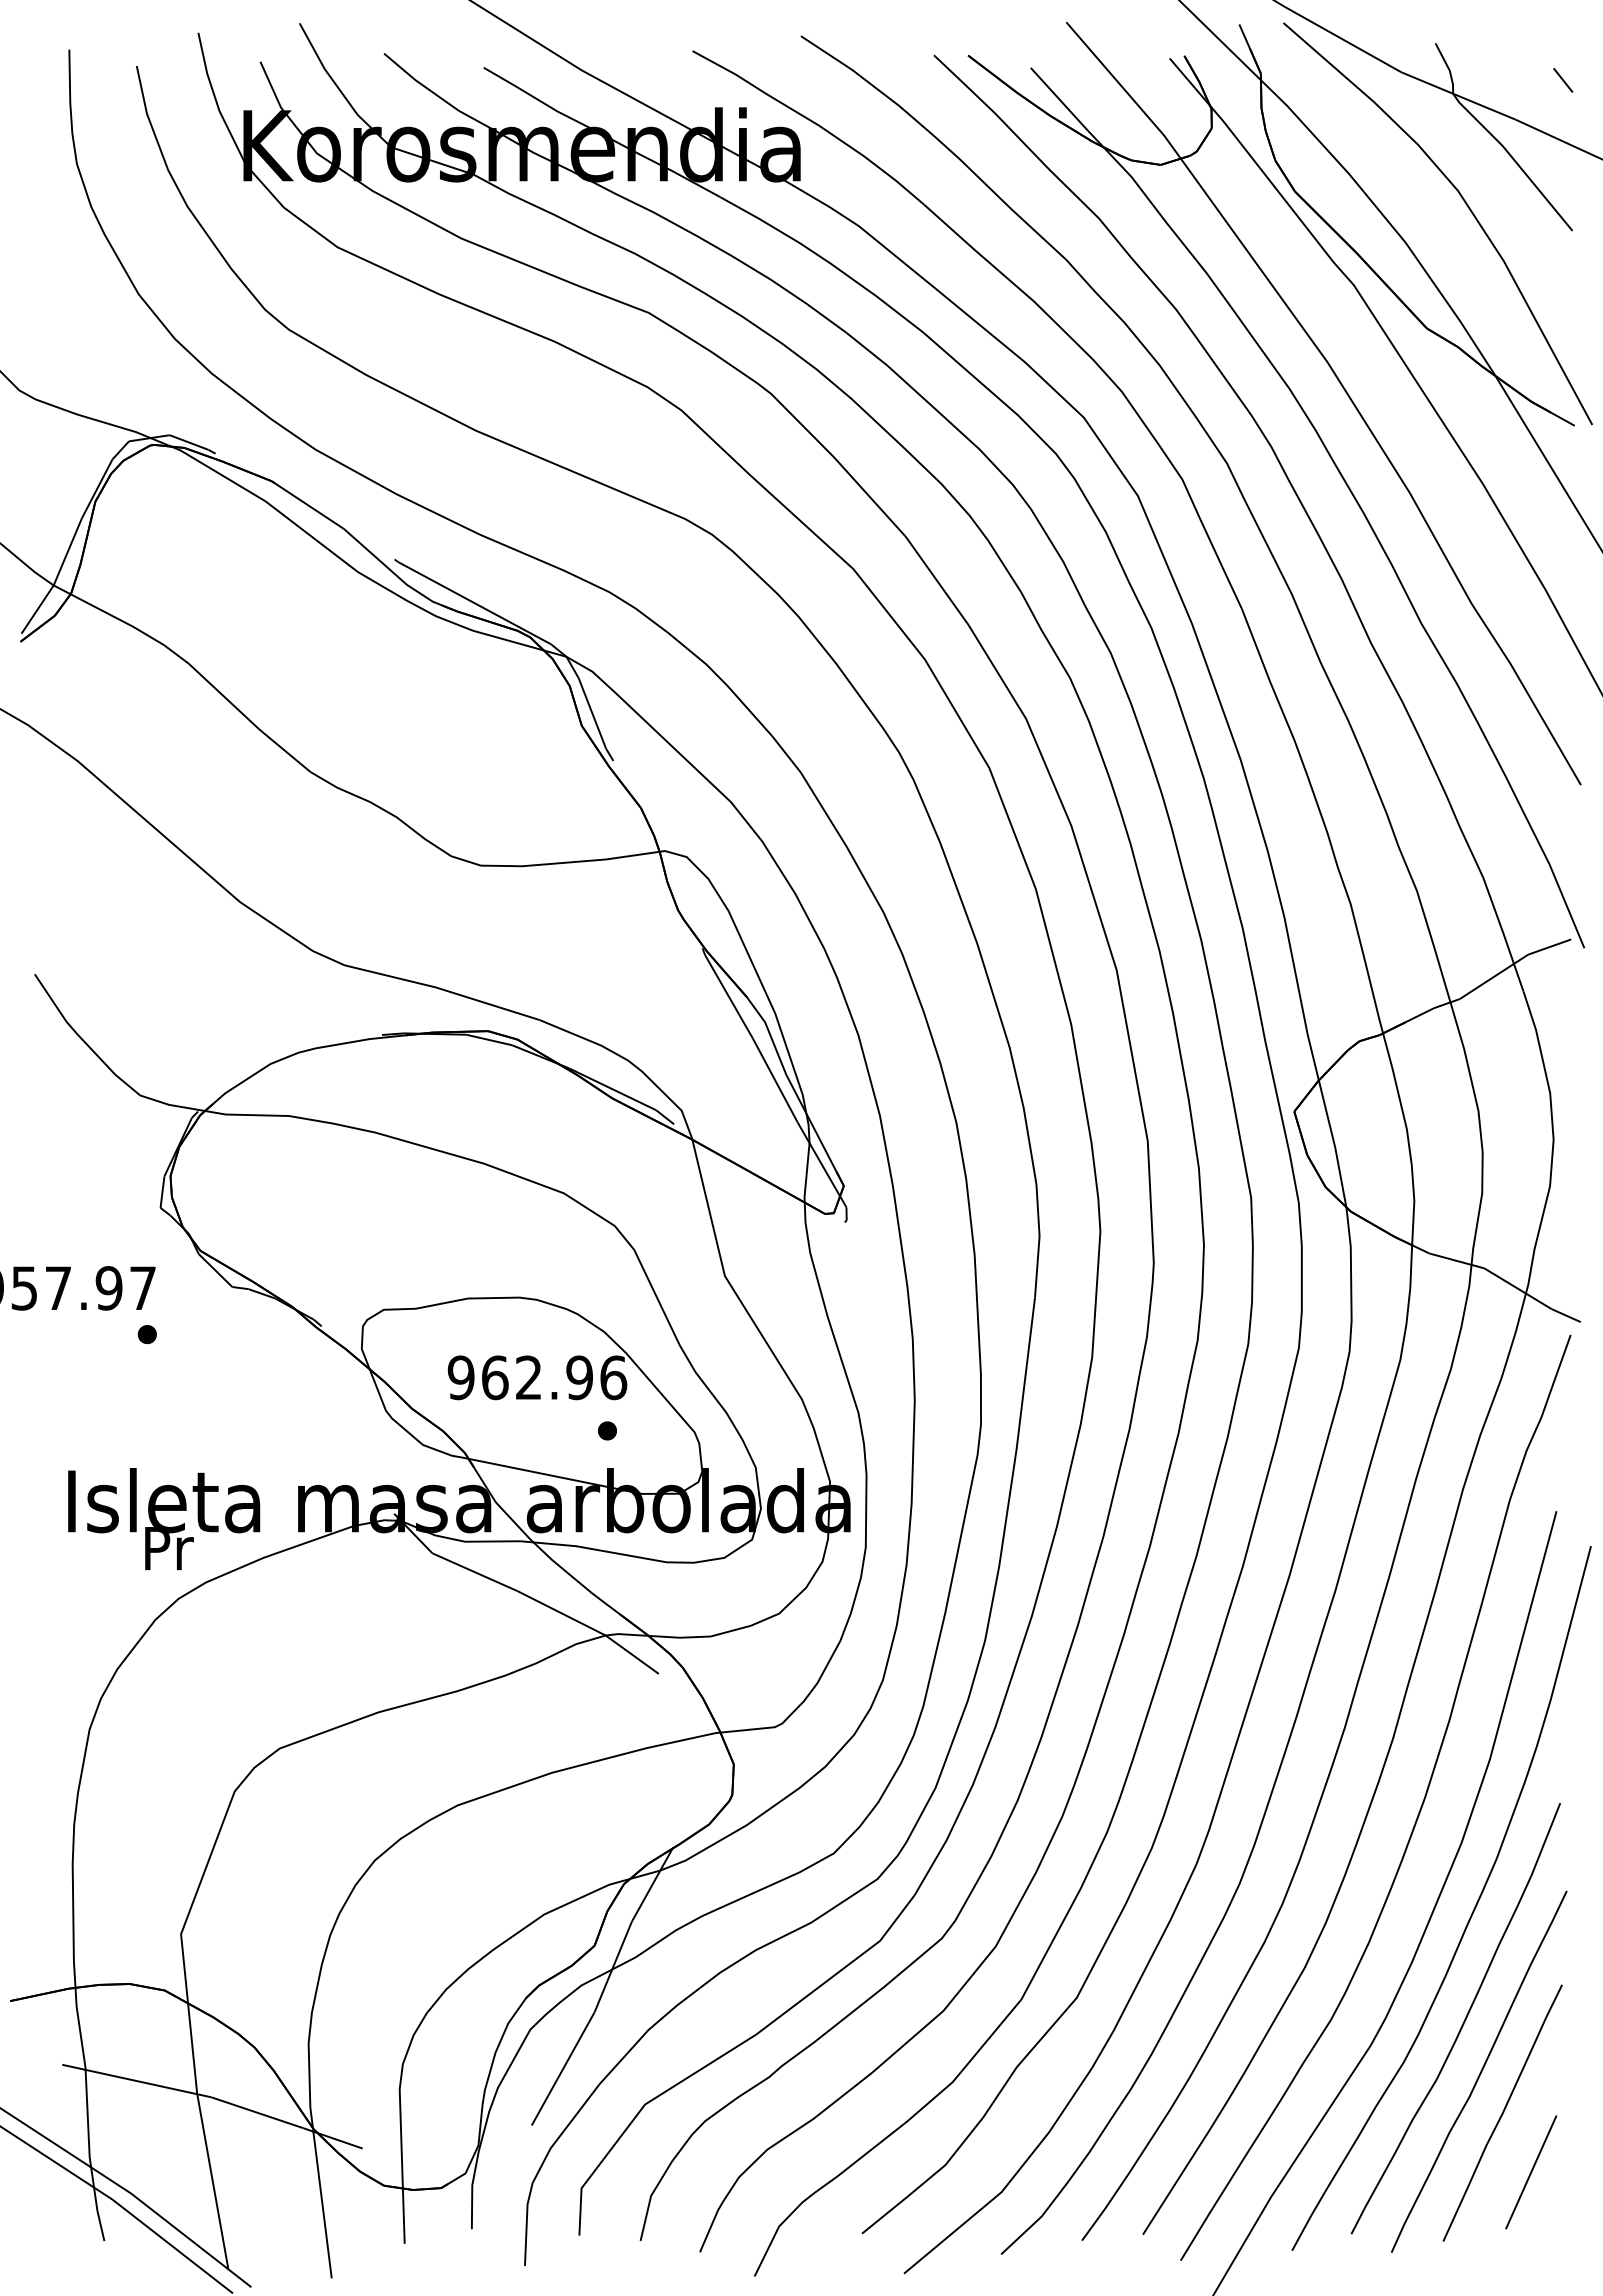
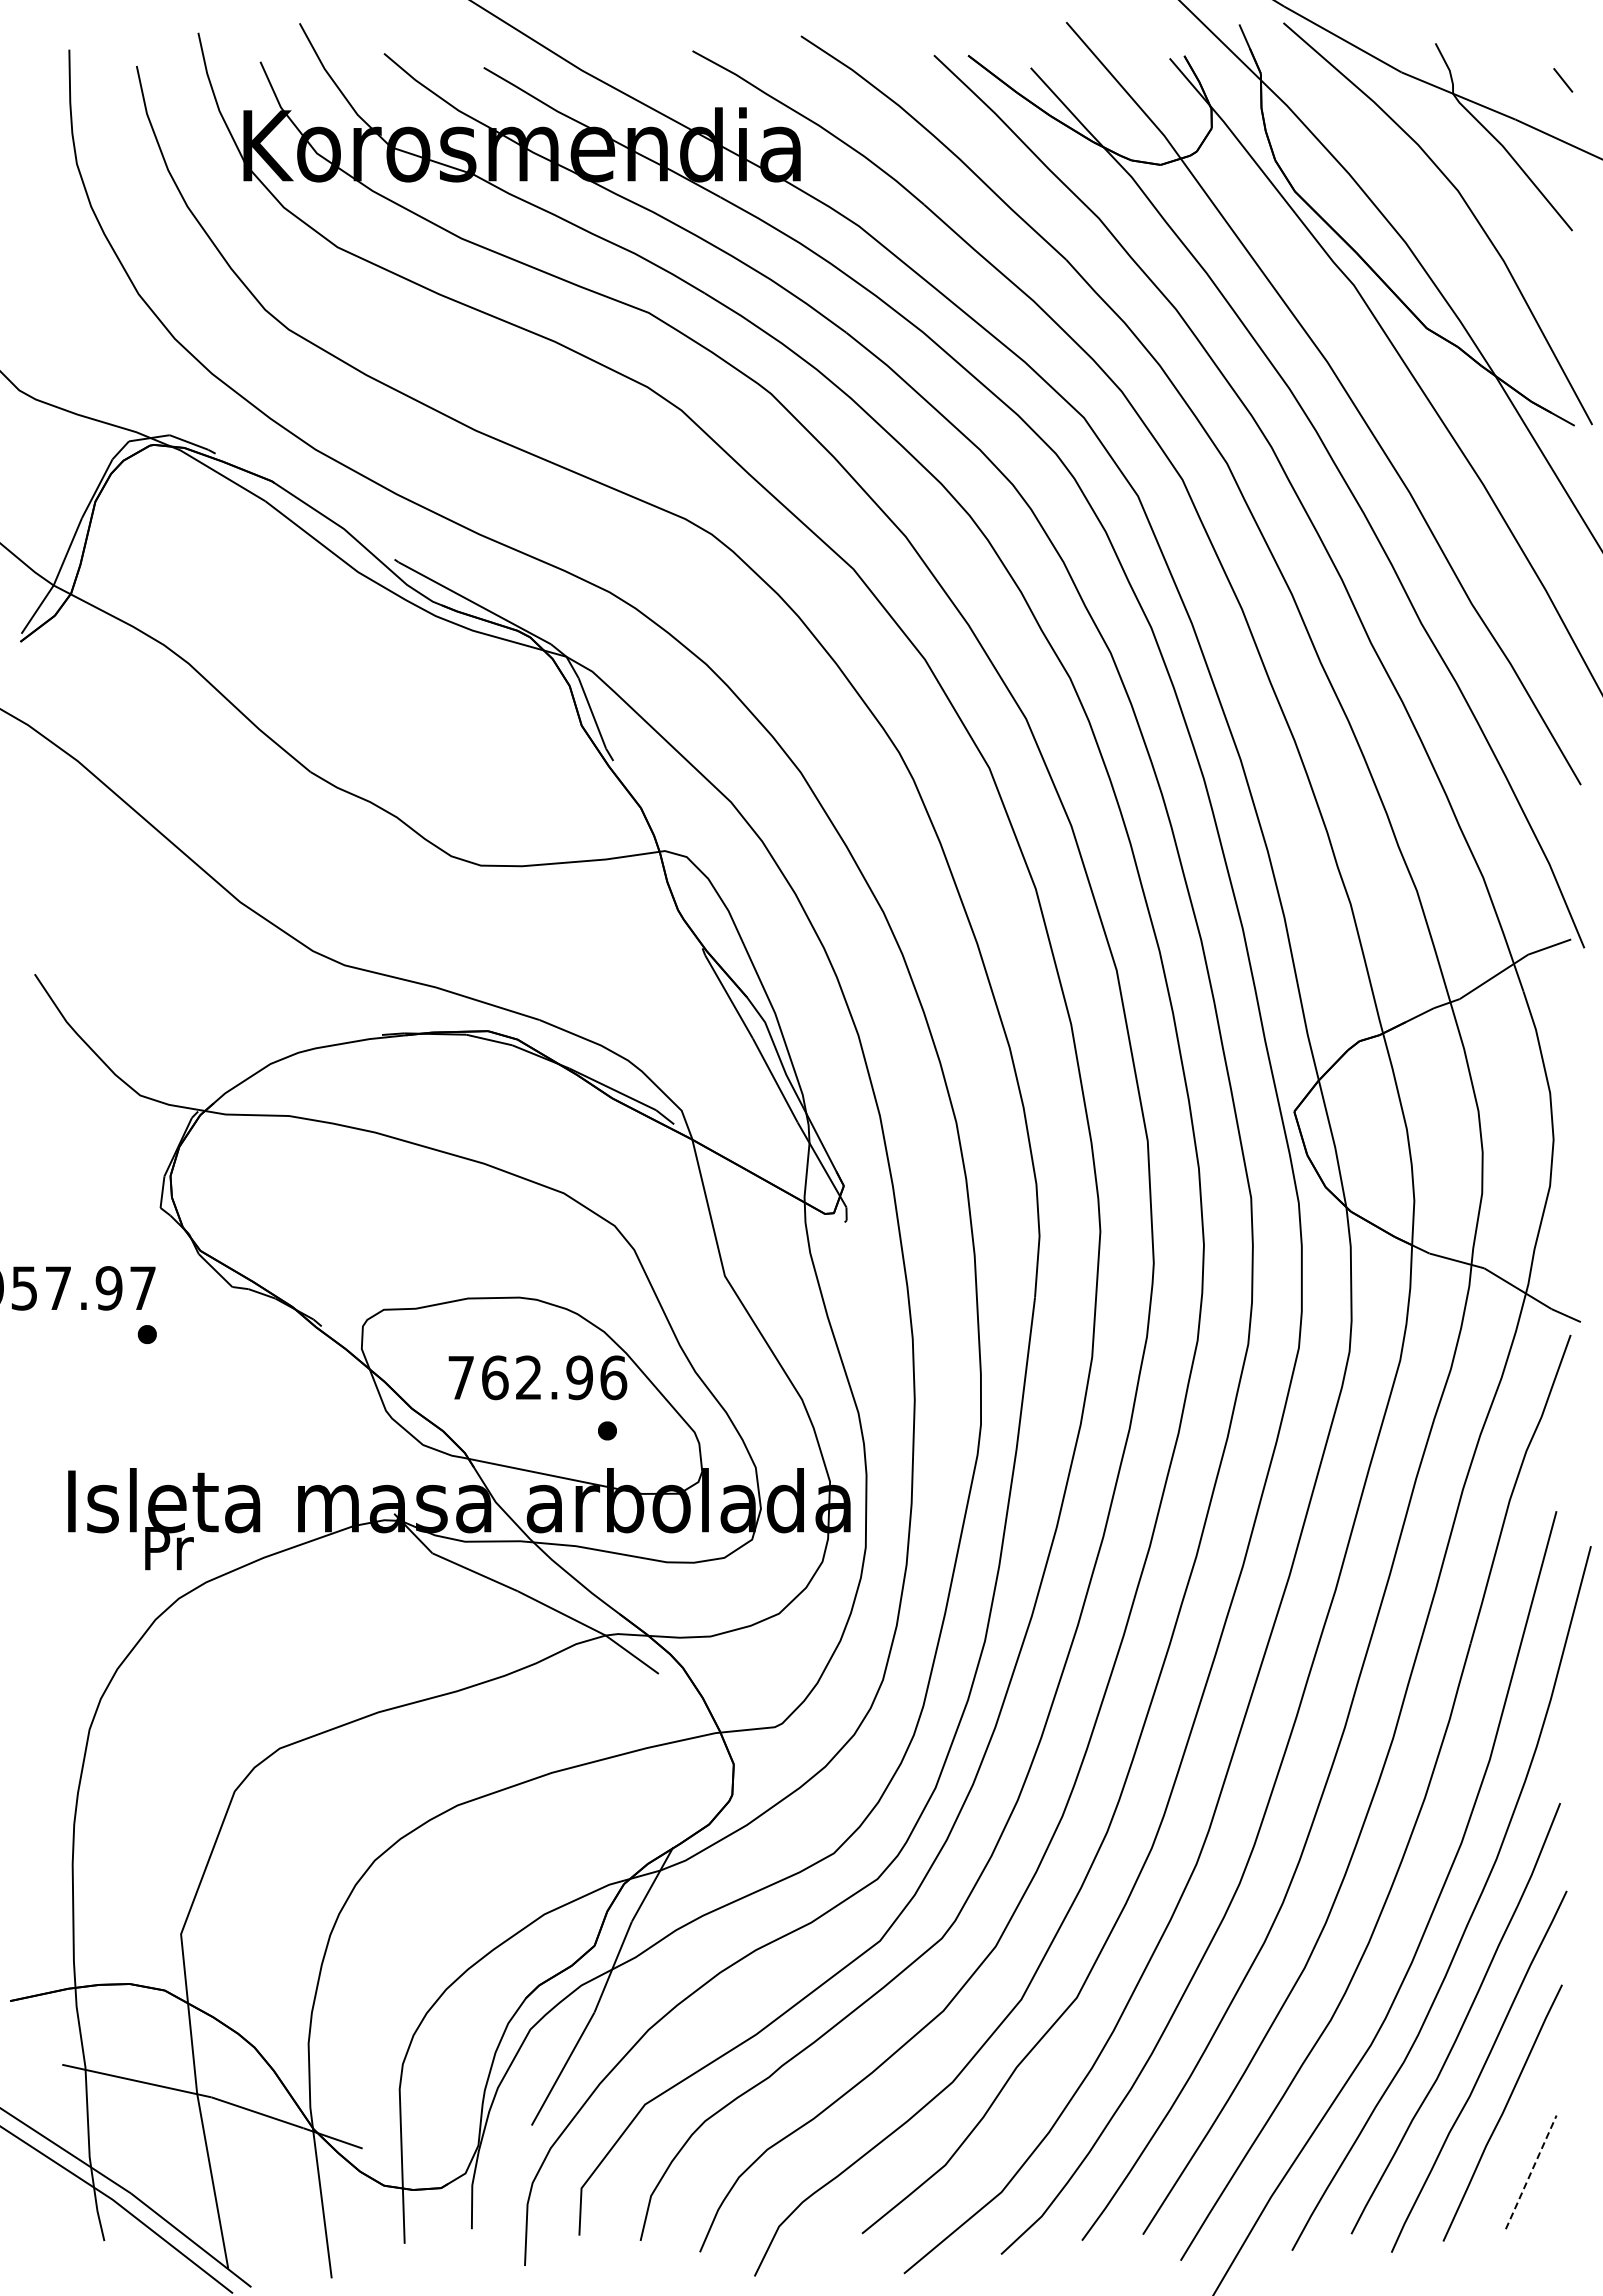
text at (460, 1377): 962.96 -> 762.96
line at (1531, 2171): solid -> dashed
